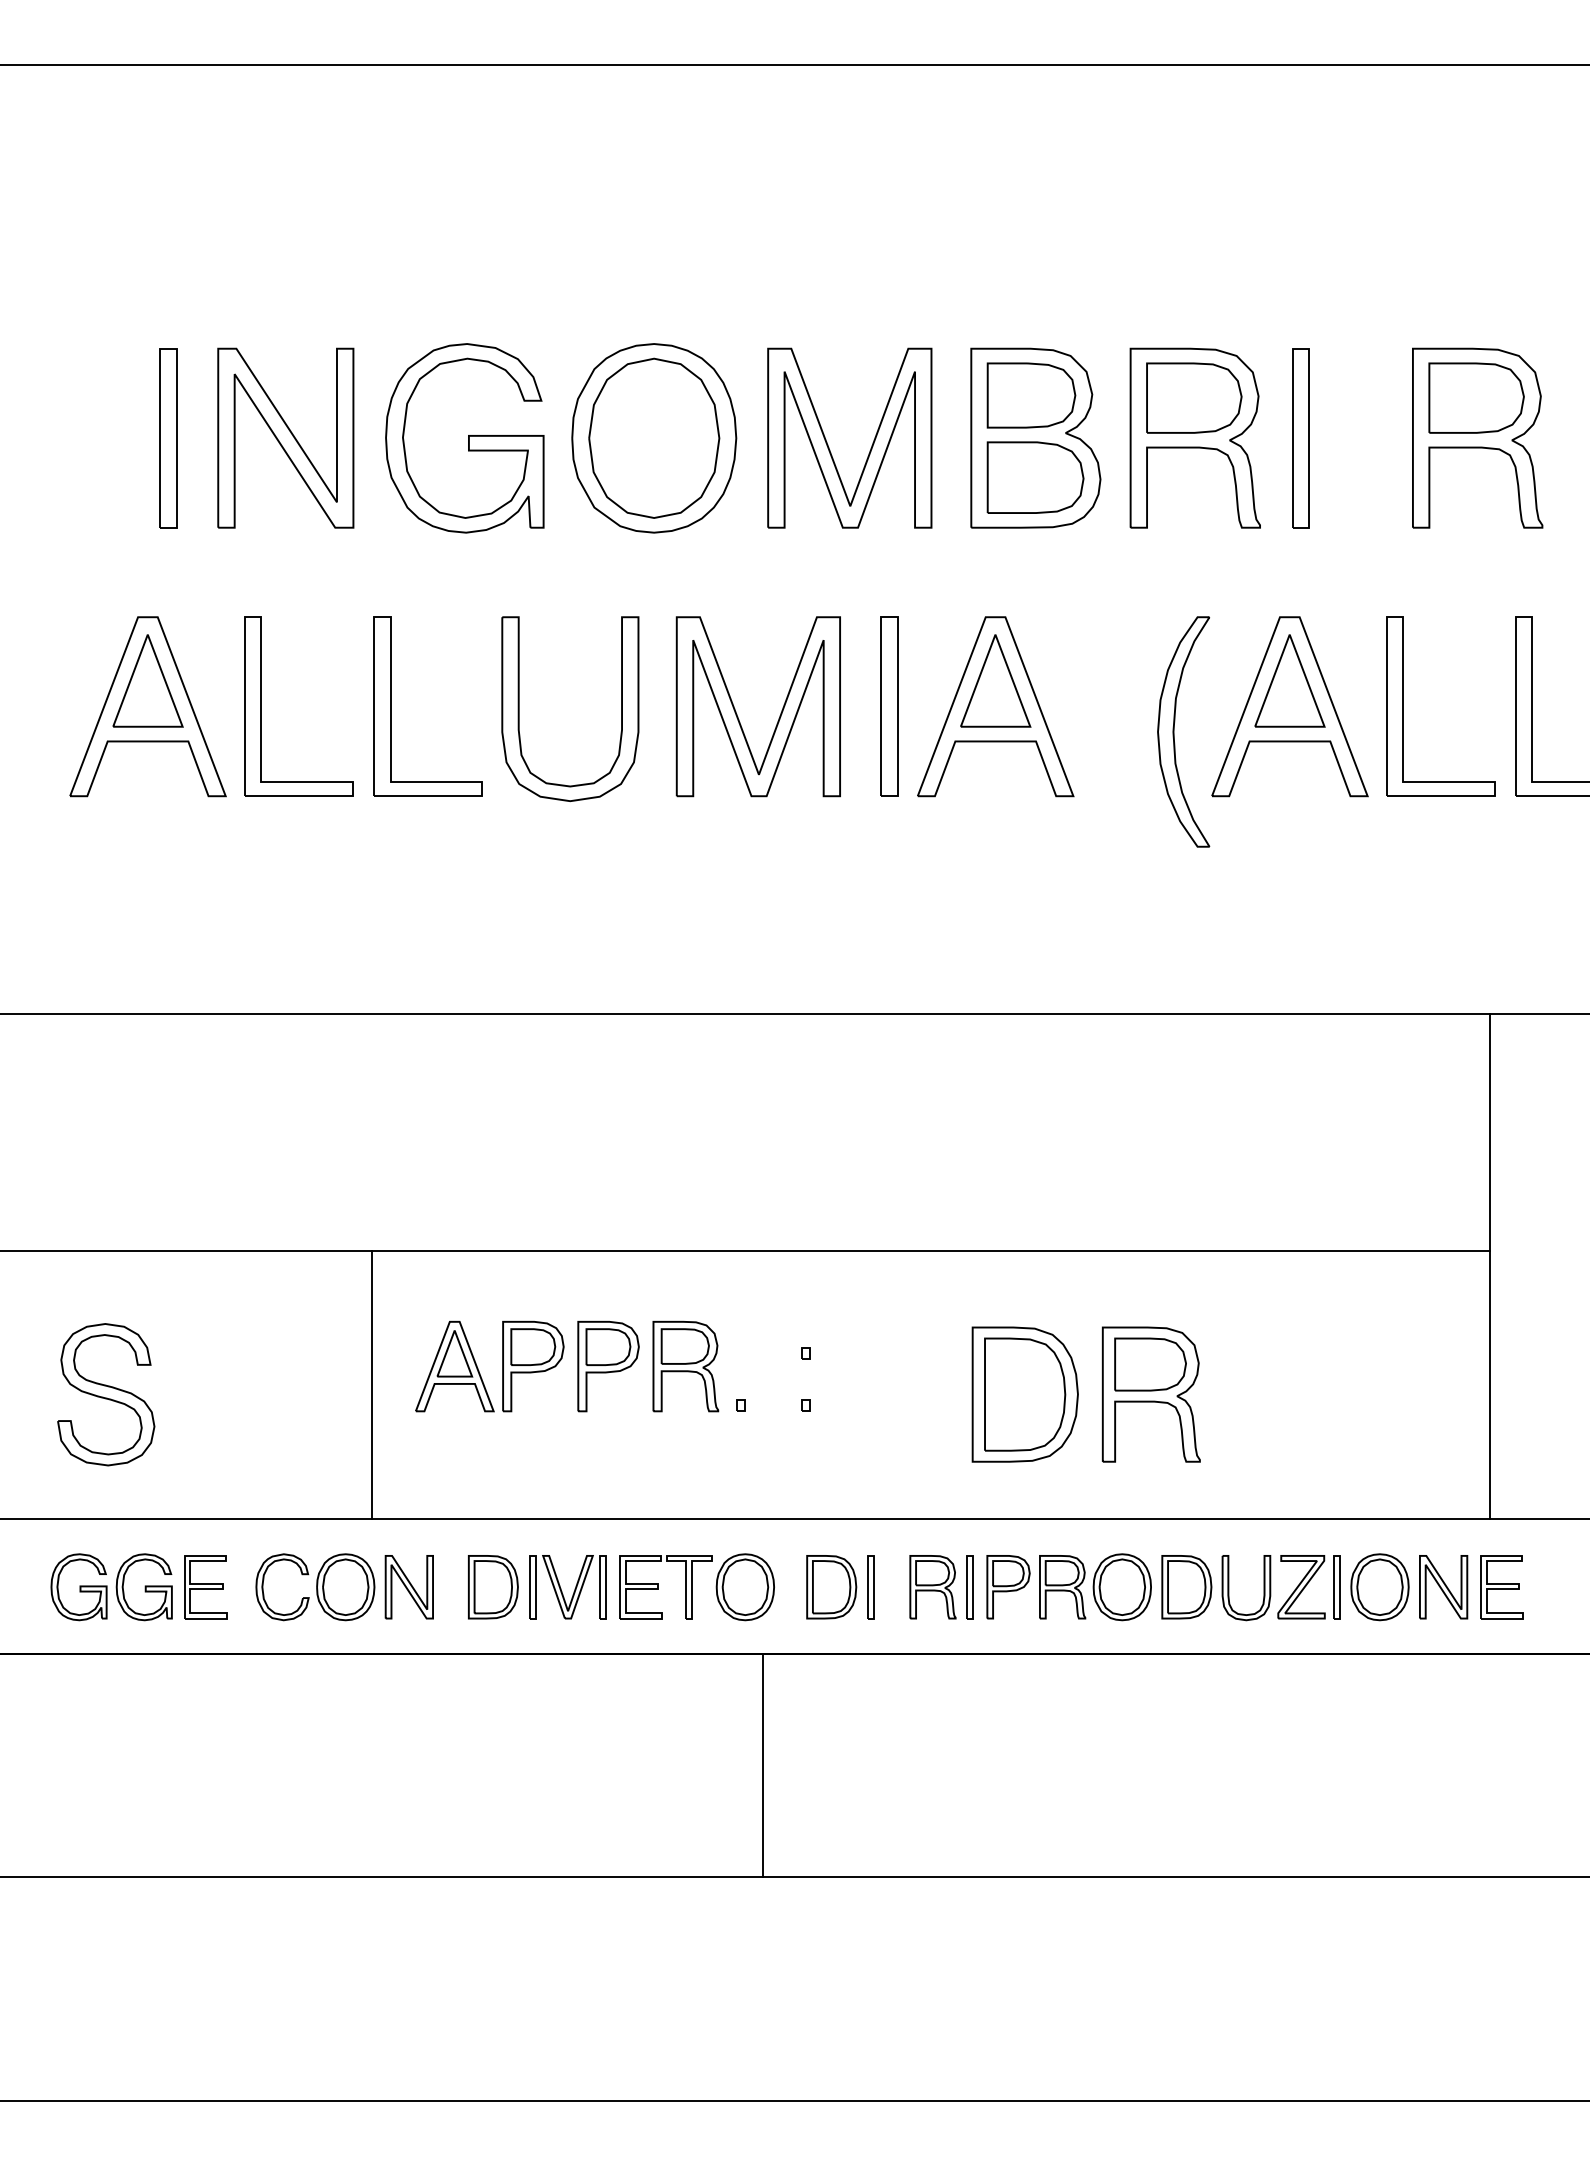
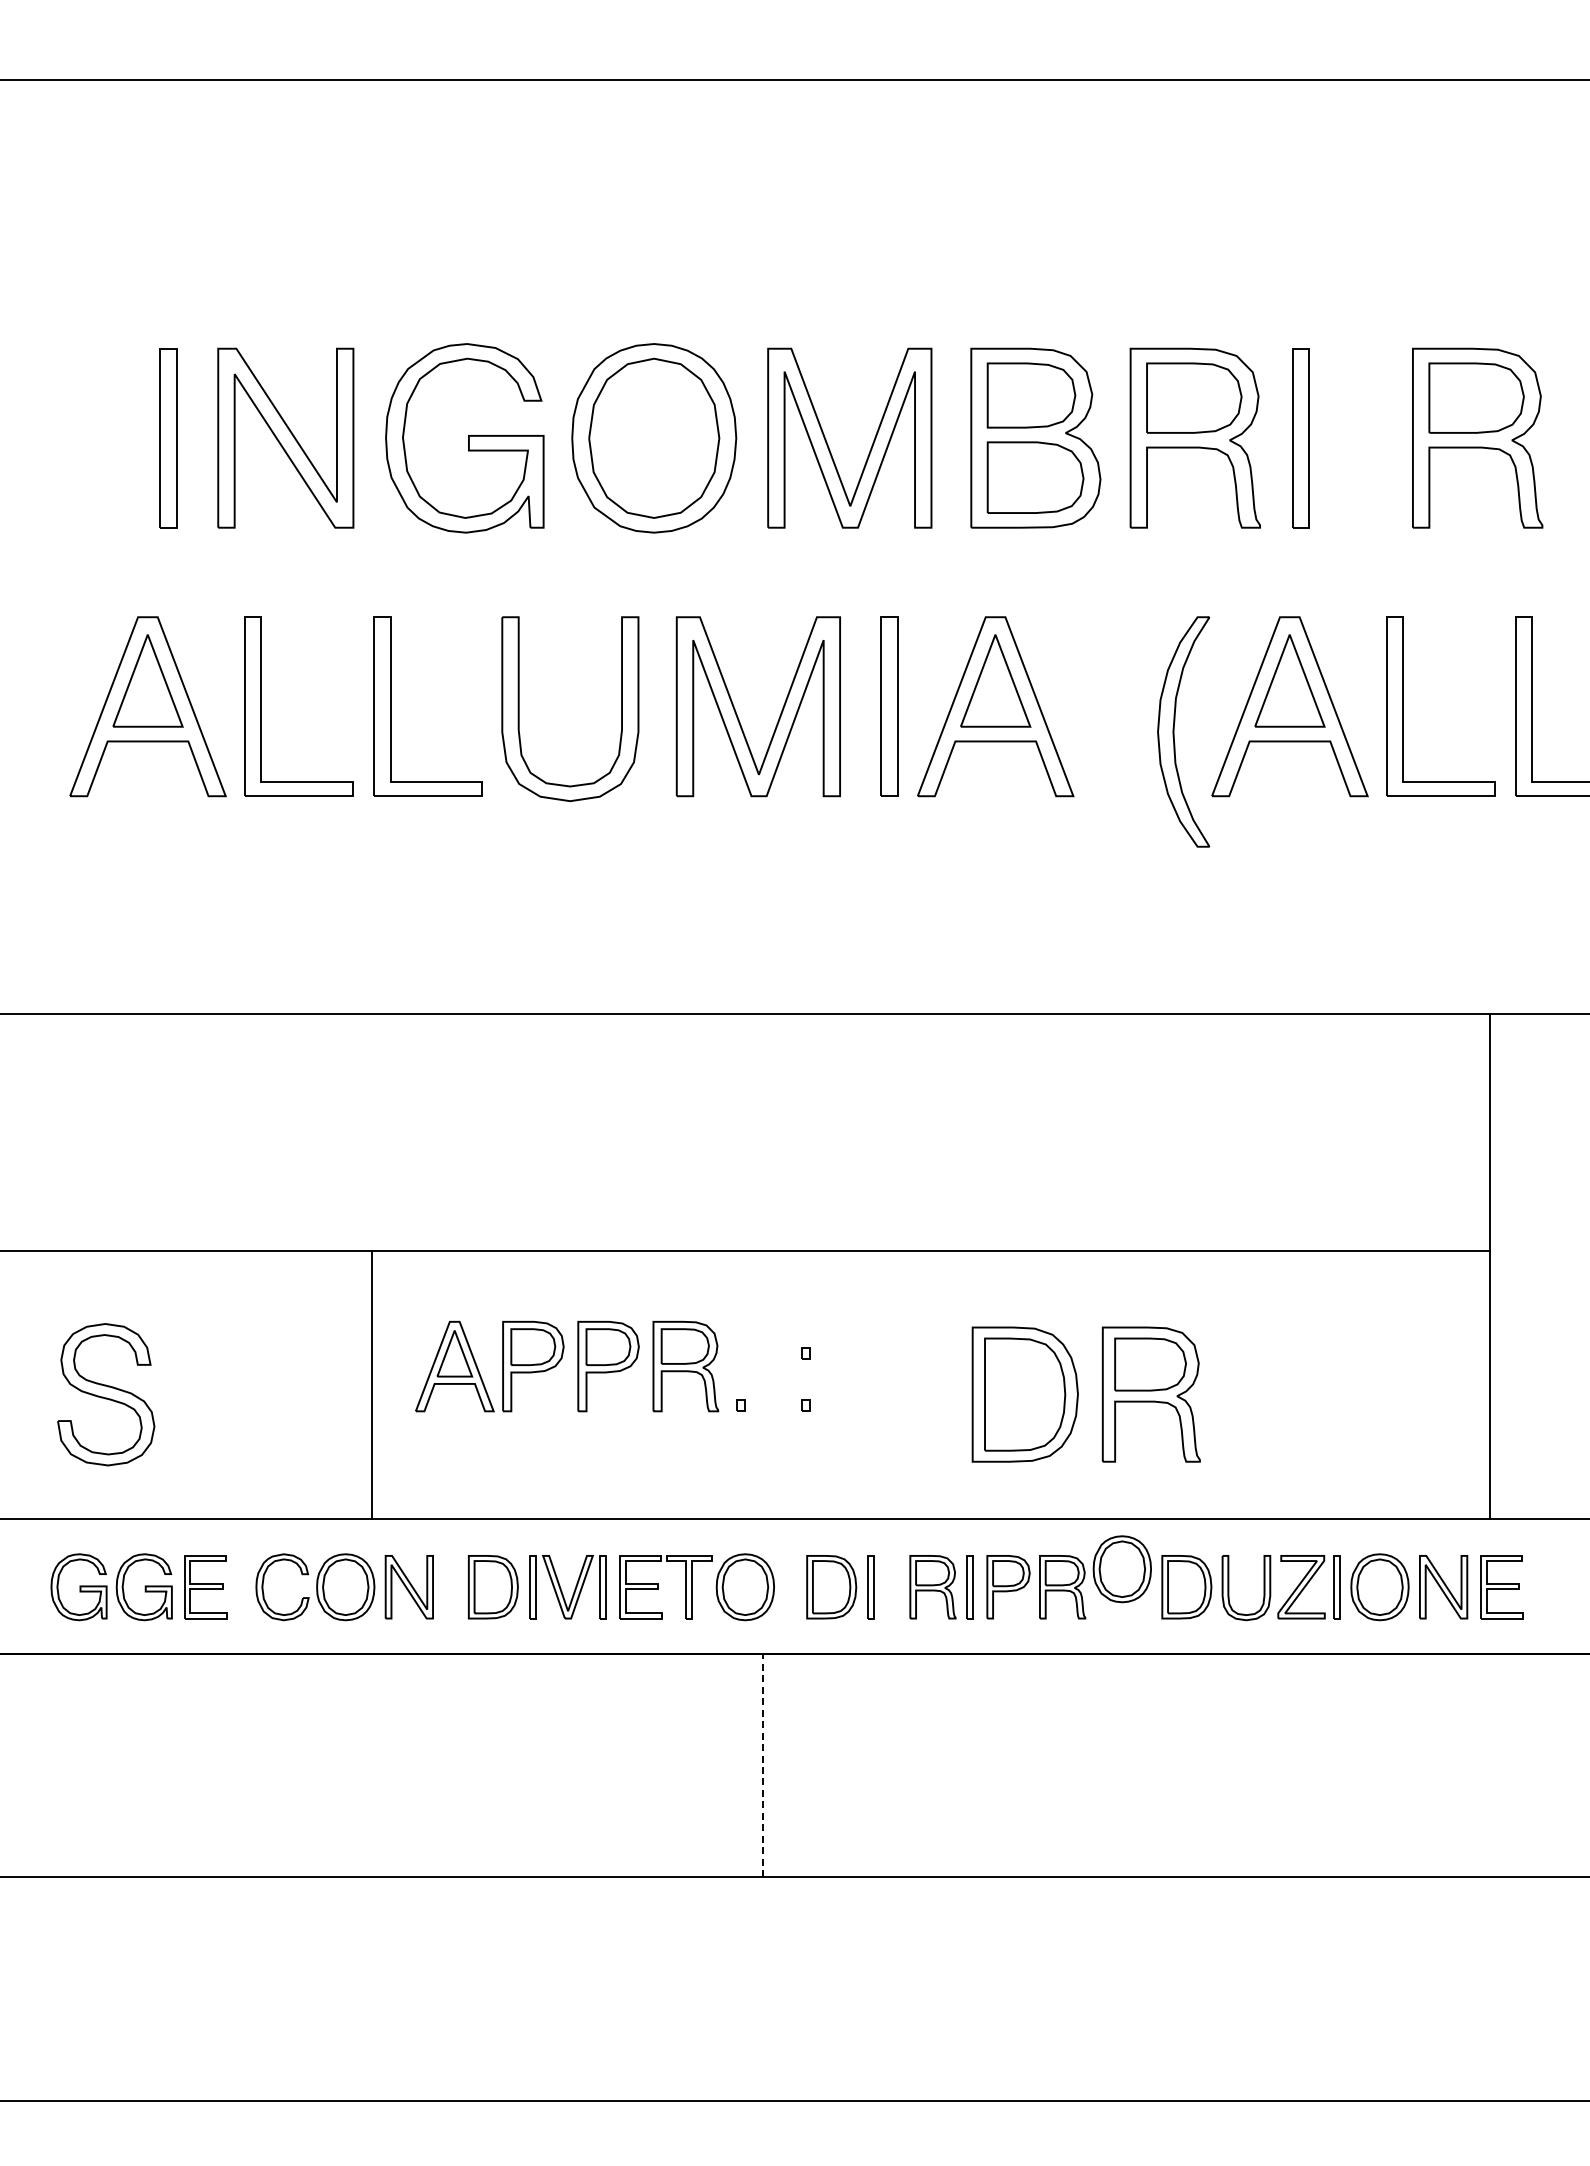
line at (794, 64) position: (794, 64) -> (794, 79)
part at (1121, 1587) position: (1121, 1587) -> (1121, 1569)
line at (763, 1765): solid -> dashed
